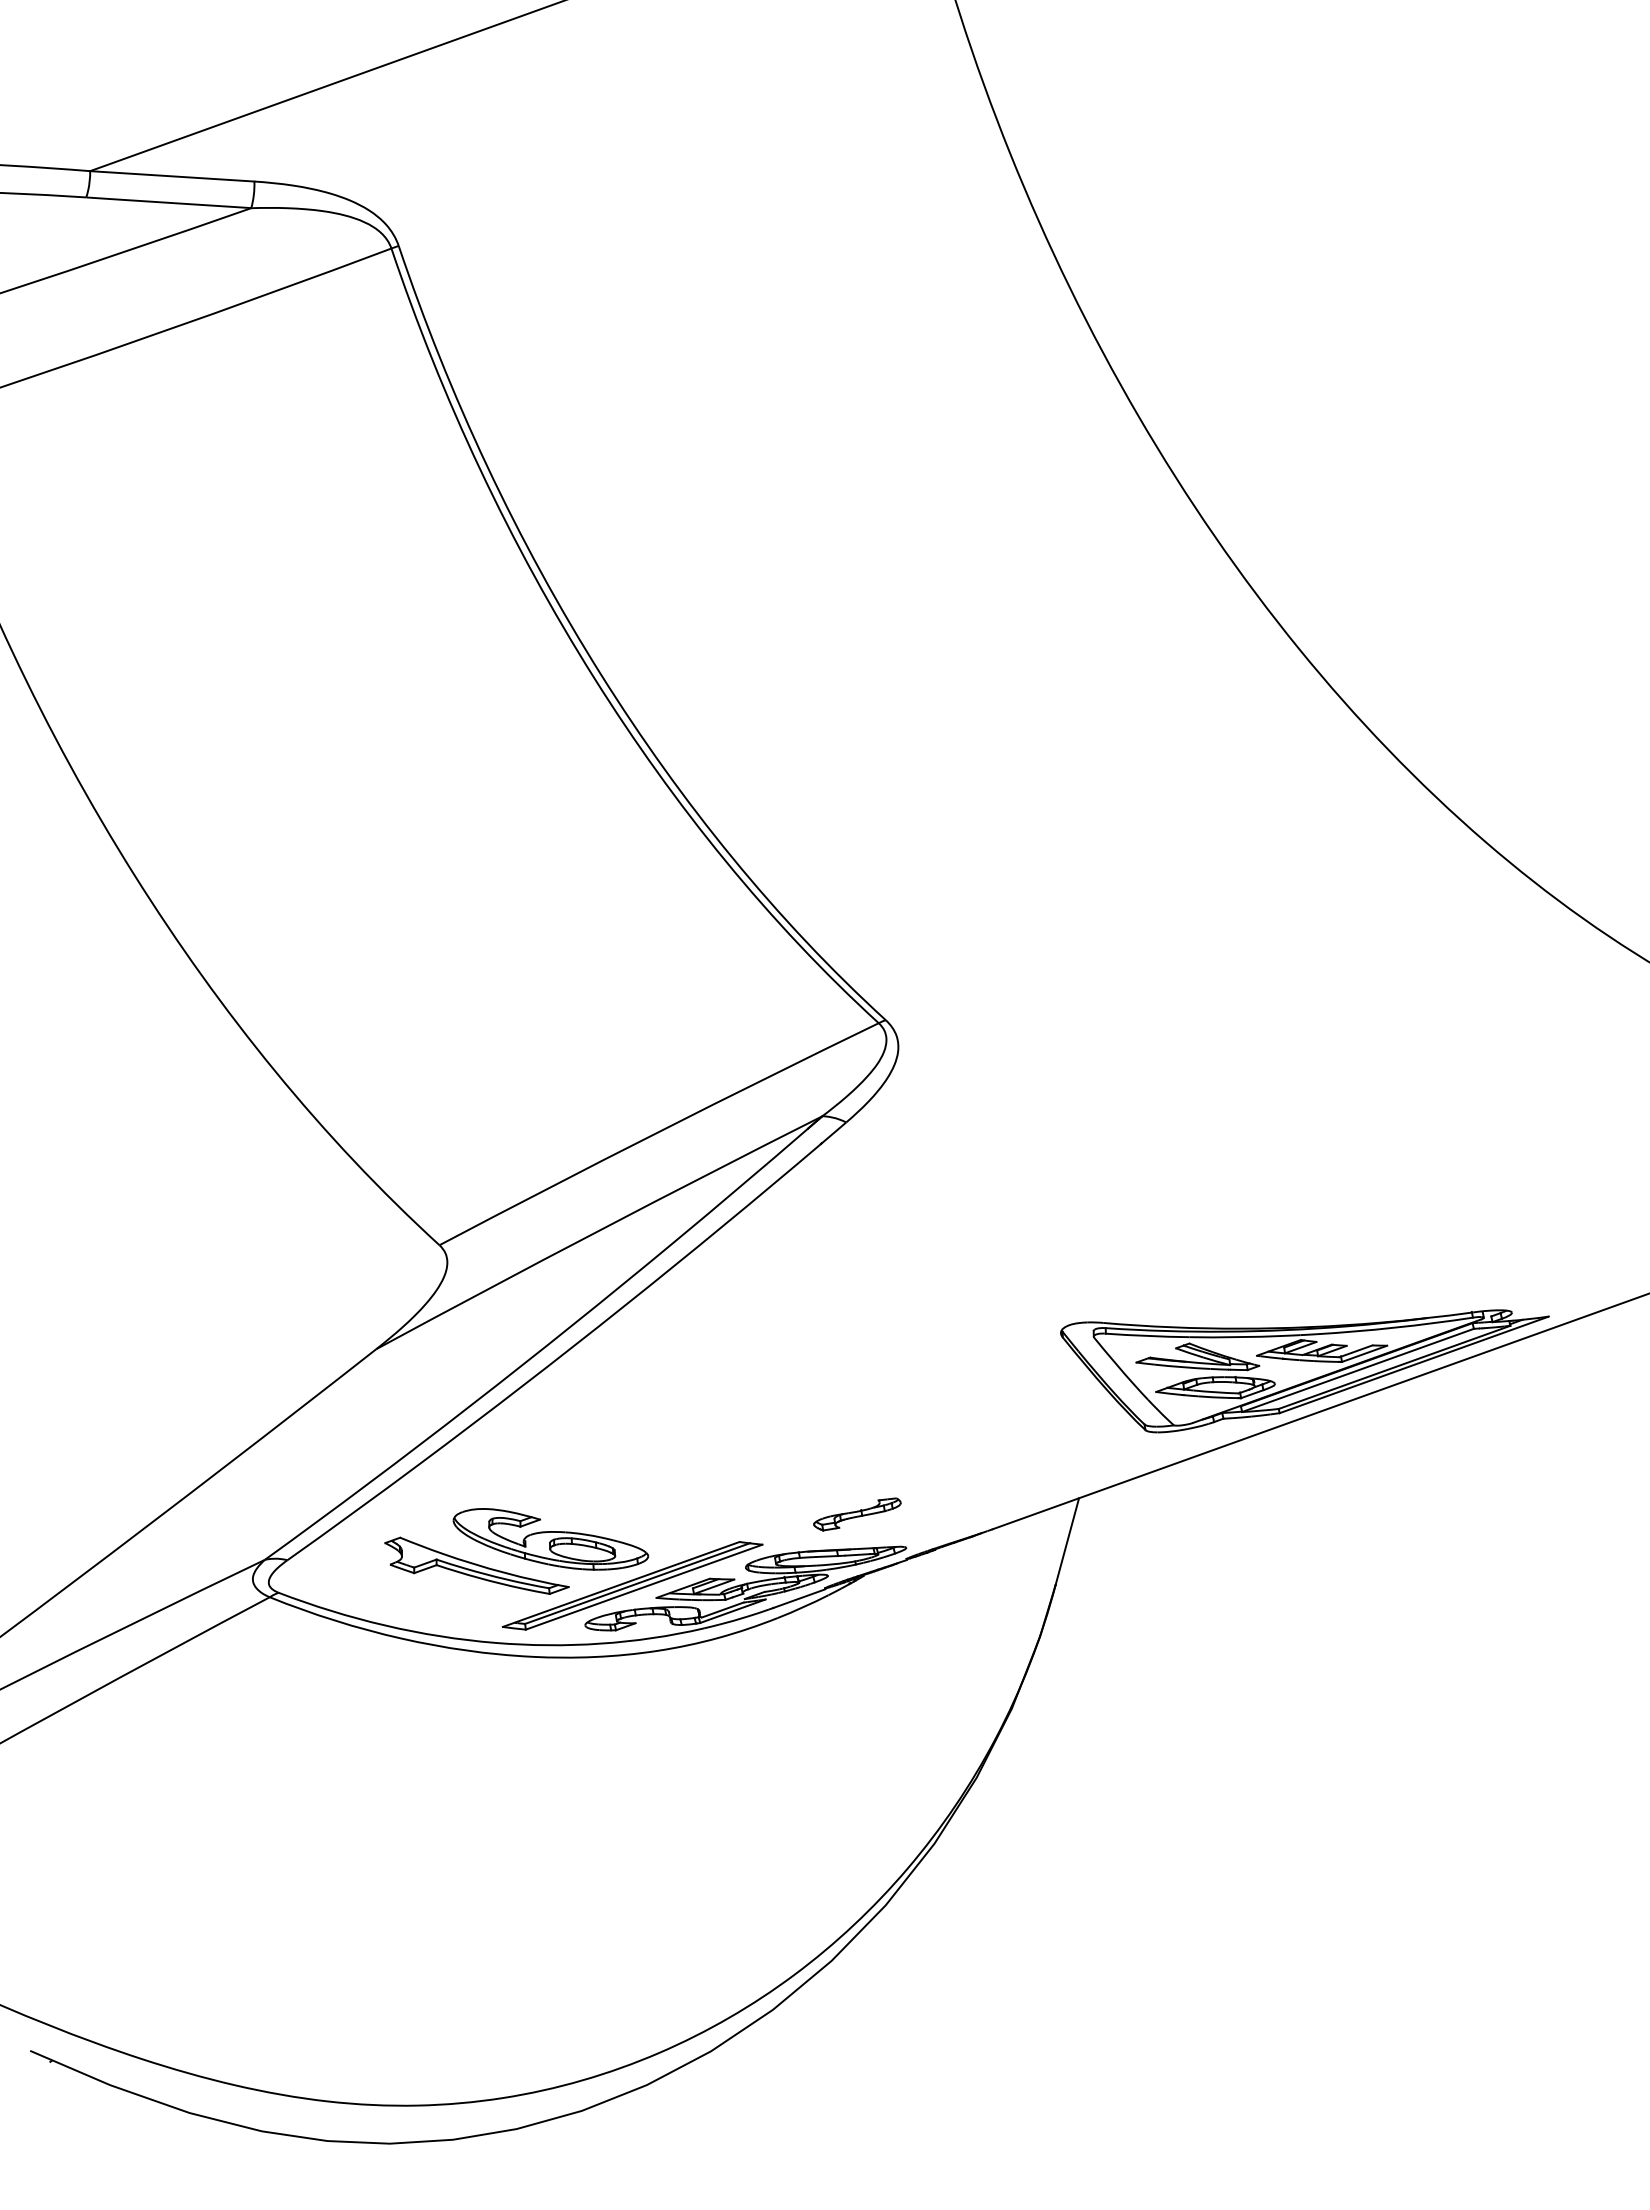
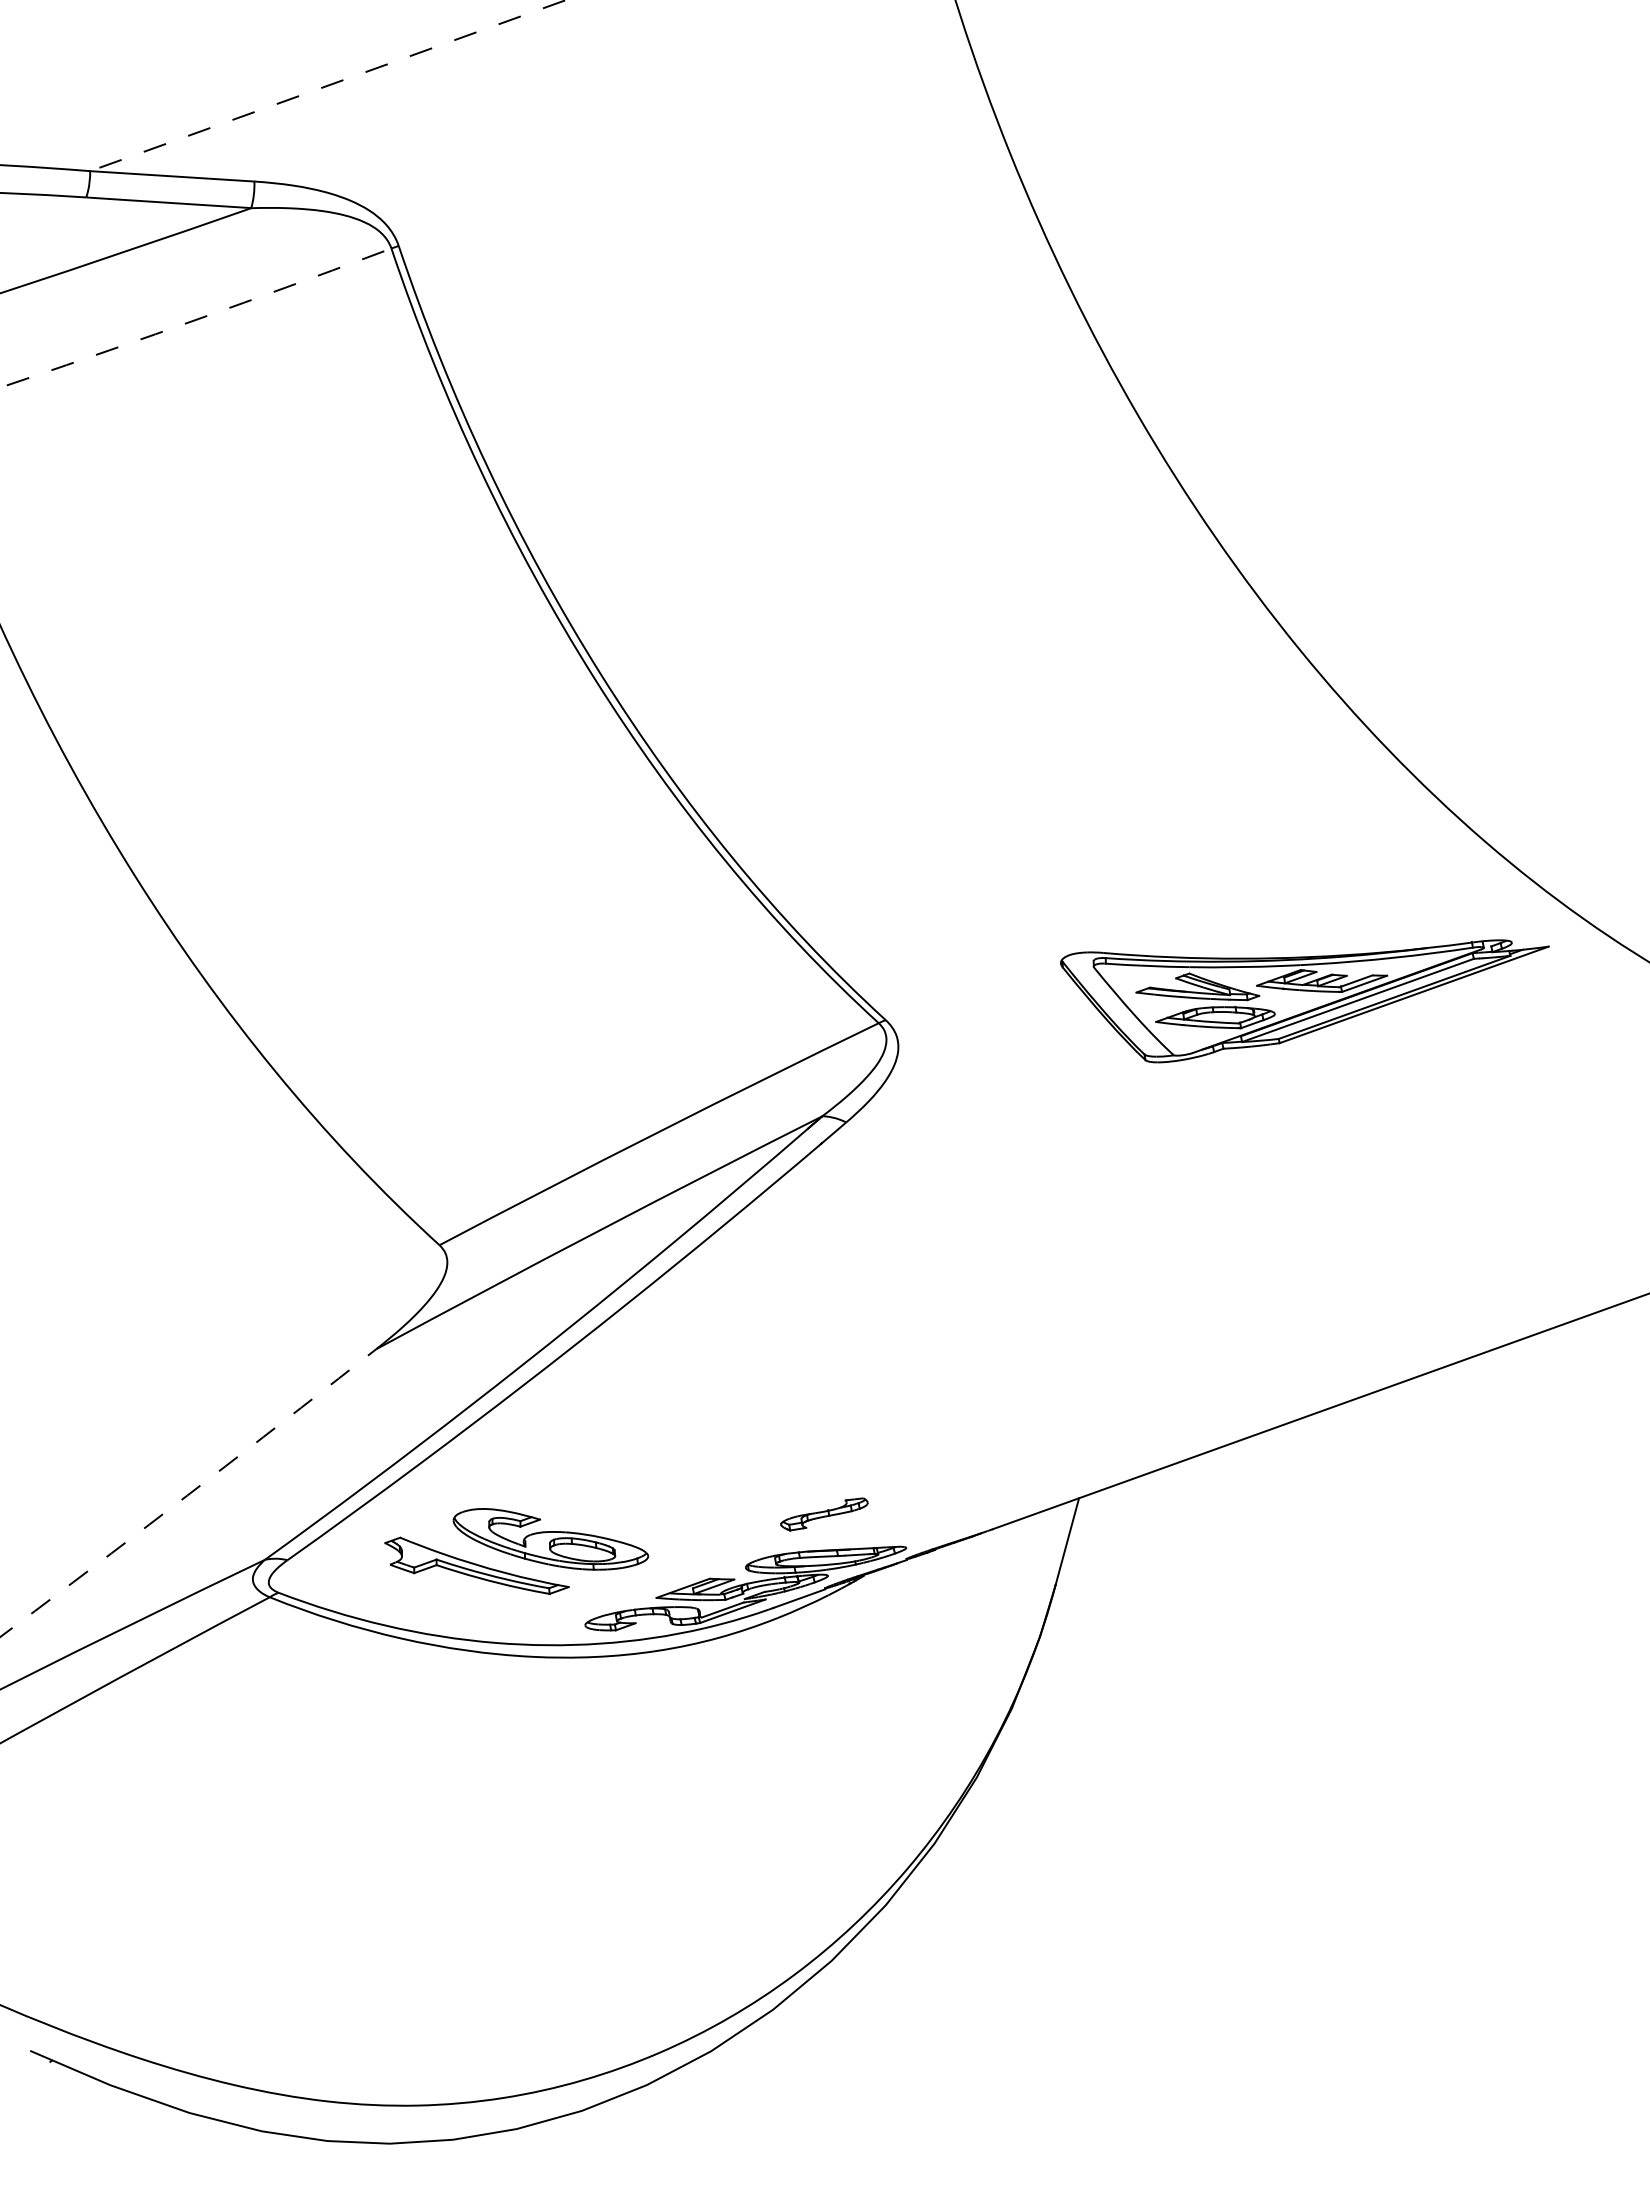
line at (328, 85): solid -> dashed
arc at (196, 319): solid -> dashed
part at (1304, 1371) position: (1304, 1371) -> (1304, 1001)
arc at (189, 1493): solid -> dashed
part at (857, 1514) position: (857, 1514) -> (824, 1514)
part at (632, 1585): present -> none
